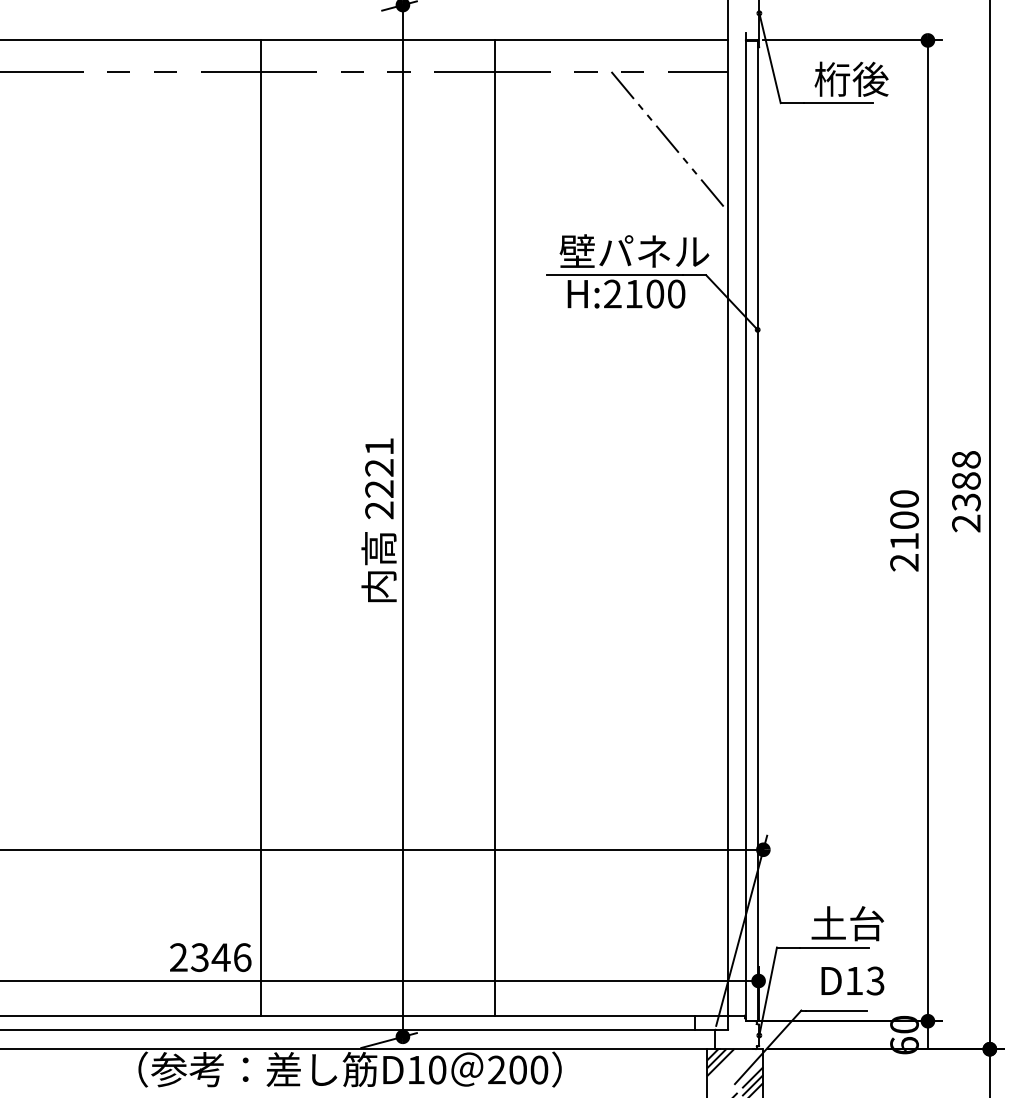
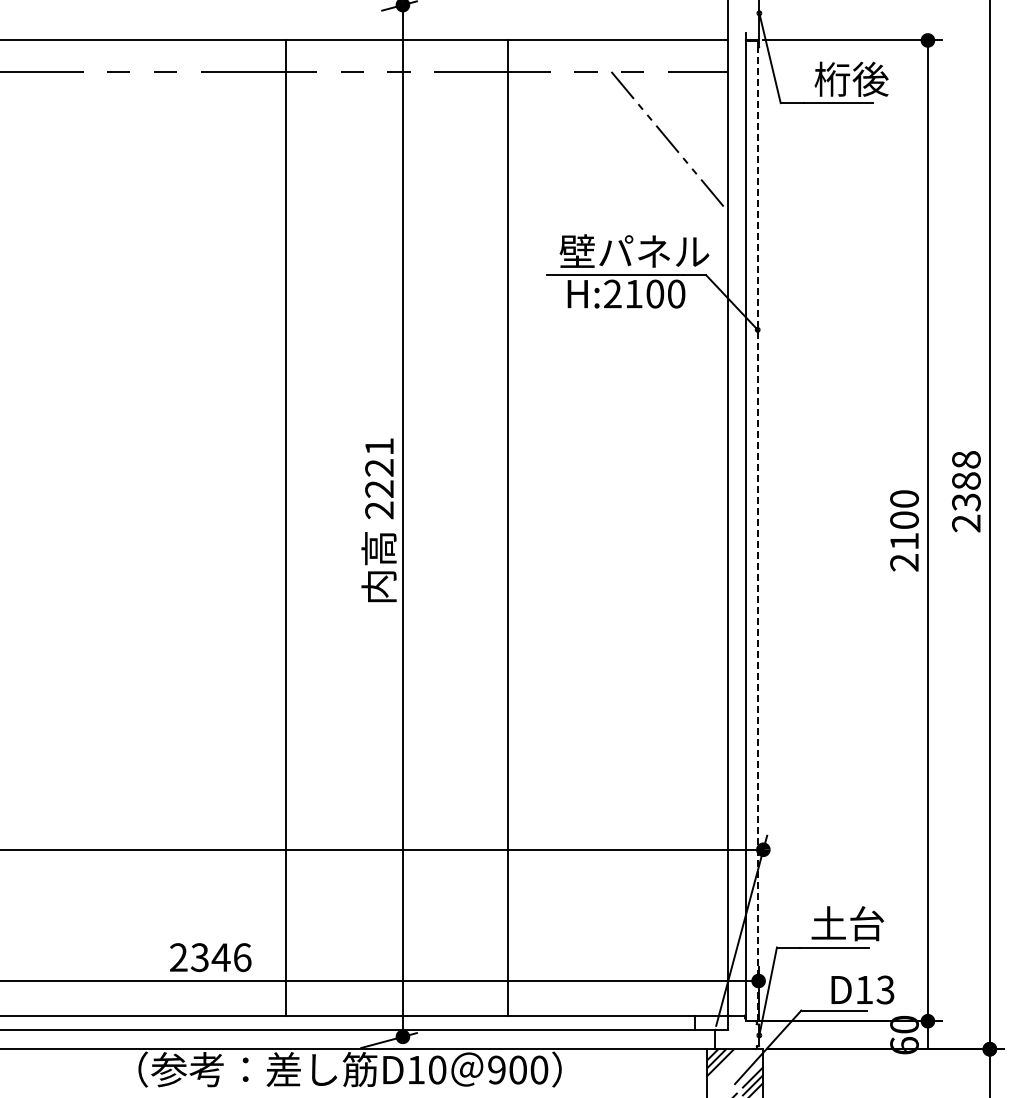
line at (261, 527) position: (261, 527) -> (286, 527)
line at (494, 527) position: (494, 527) -> (507, 527)
line at (757, 530): solid -> dashed
text at (852, 980) position: (852, 980) -> (862, 989)
text at (496, 1070): 200 -> 900
